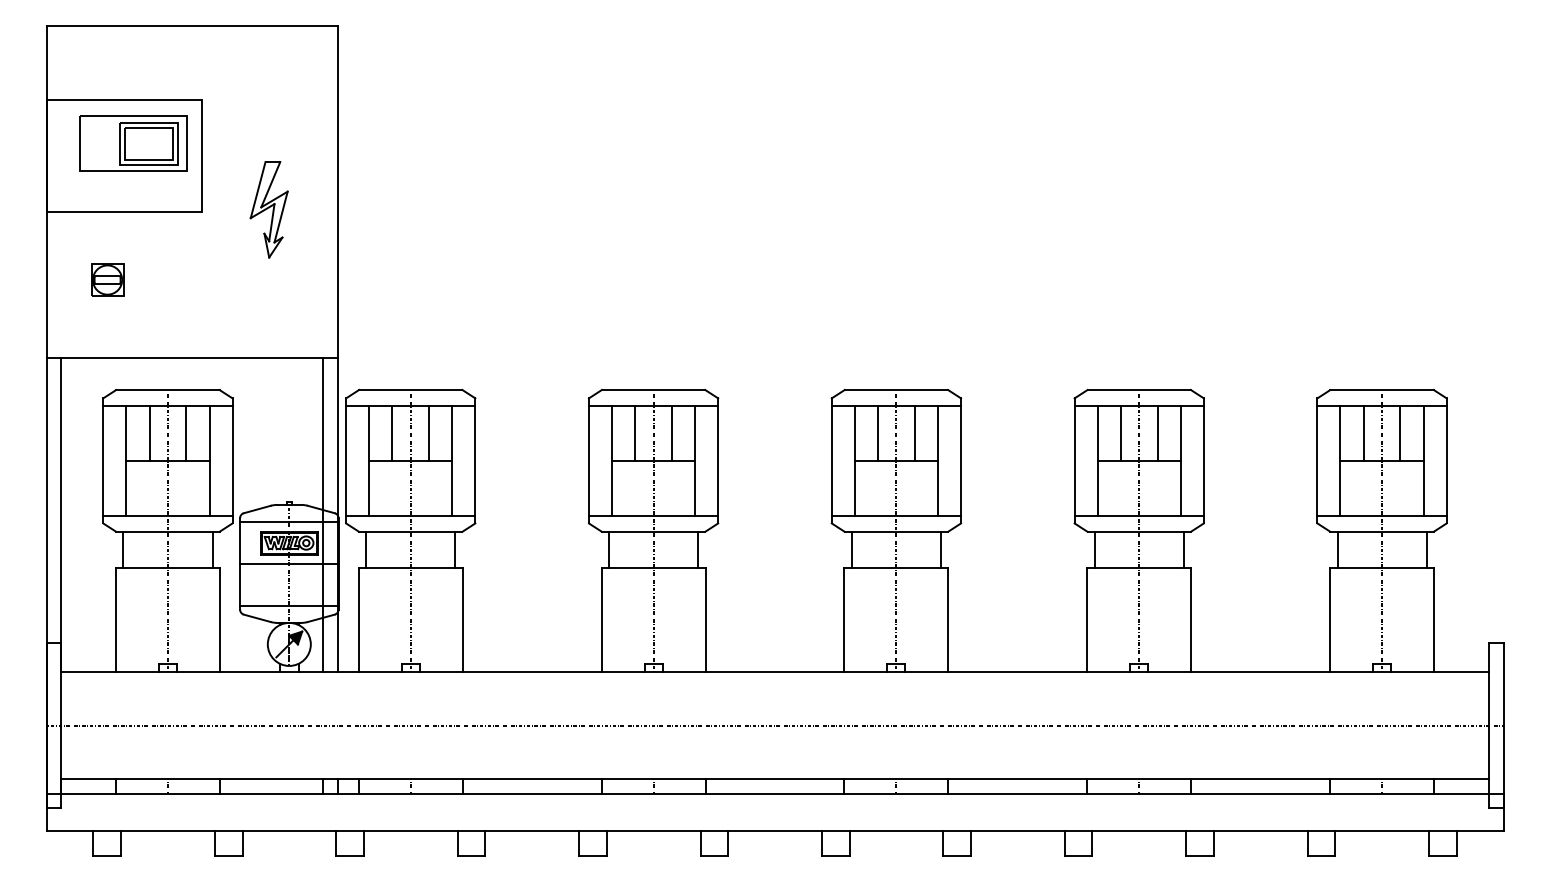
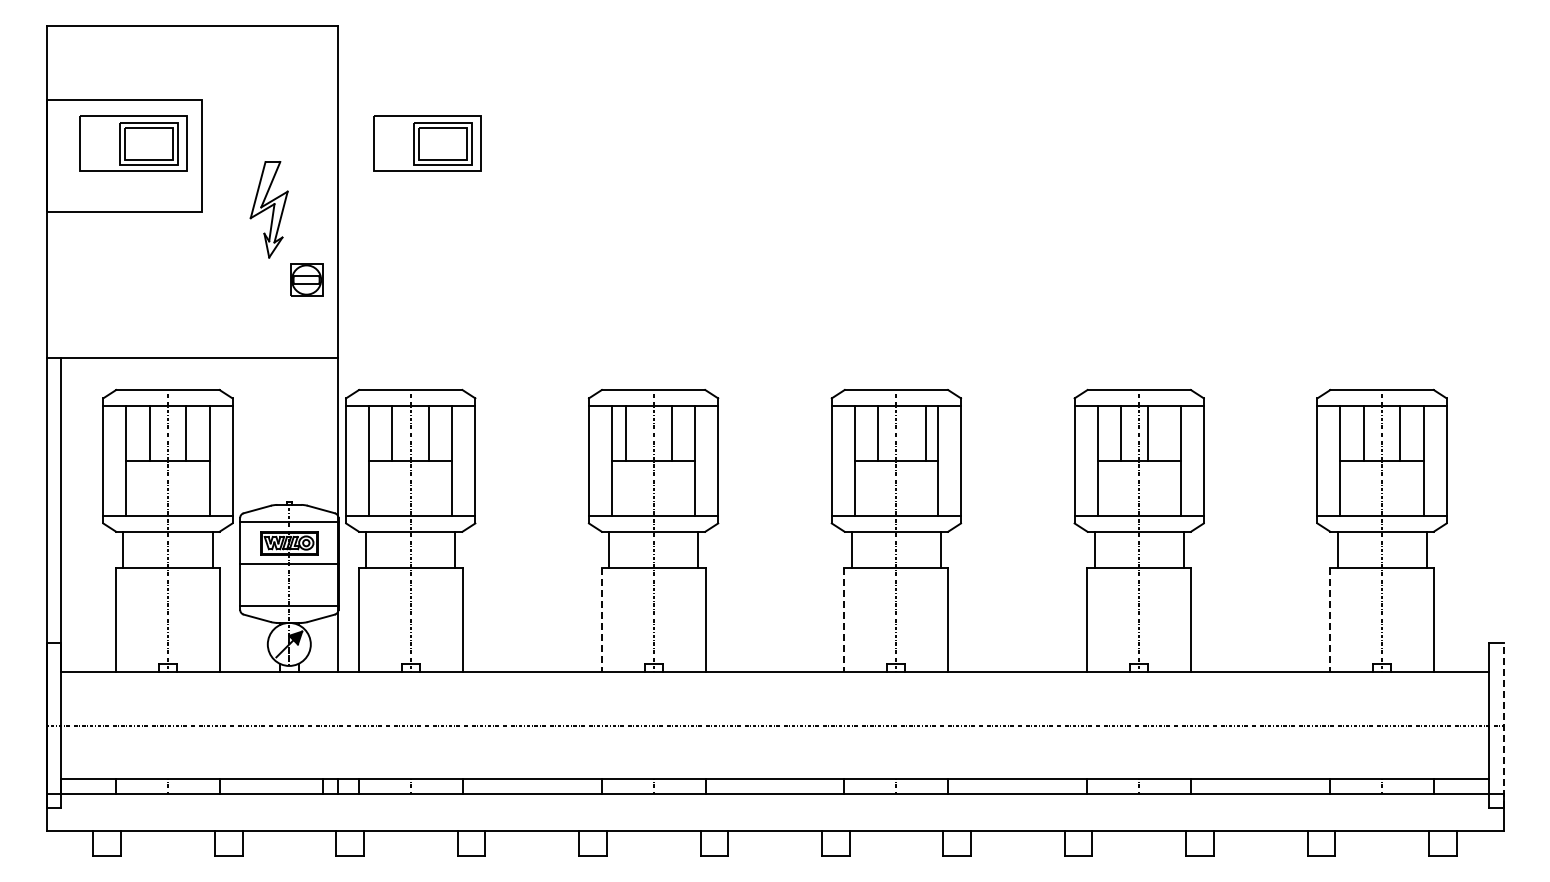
part at (427, 143): none -> present
part at (107, 279) position: (107, 279) -> (306, 279)
line at (635, 432) position: (635, 432) -> (626, 432)
line at (914, 432) position: (914, 432) -> (925, 432)
line at (1157, 432) position: (1157, 432) -> (1147, 432)
line at (323, 515): present -> none
line at (601, 620): solid -> dashed
line at (844, 620): solid -> dashed
line at (1330, 620): solid -> dashed
line at (1503, 725): solid -> dashed
